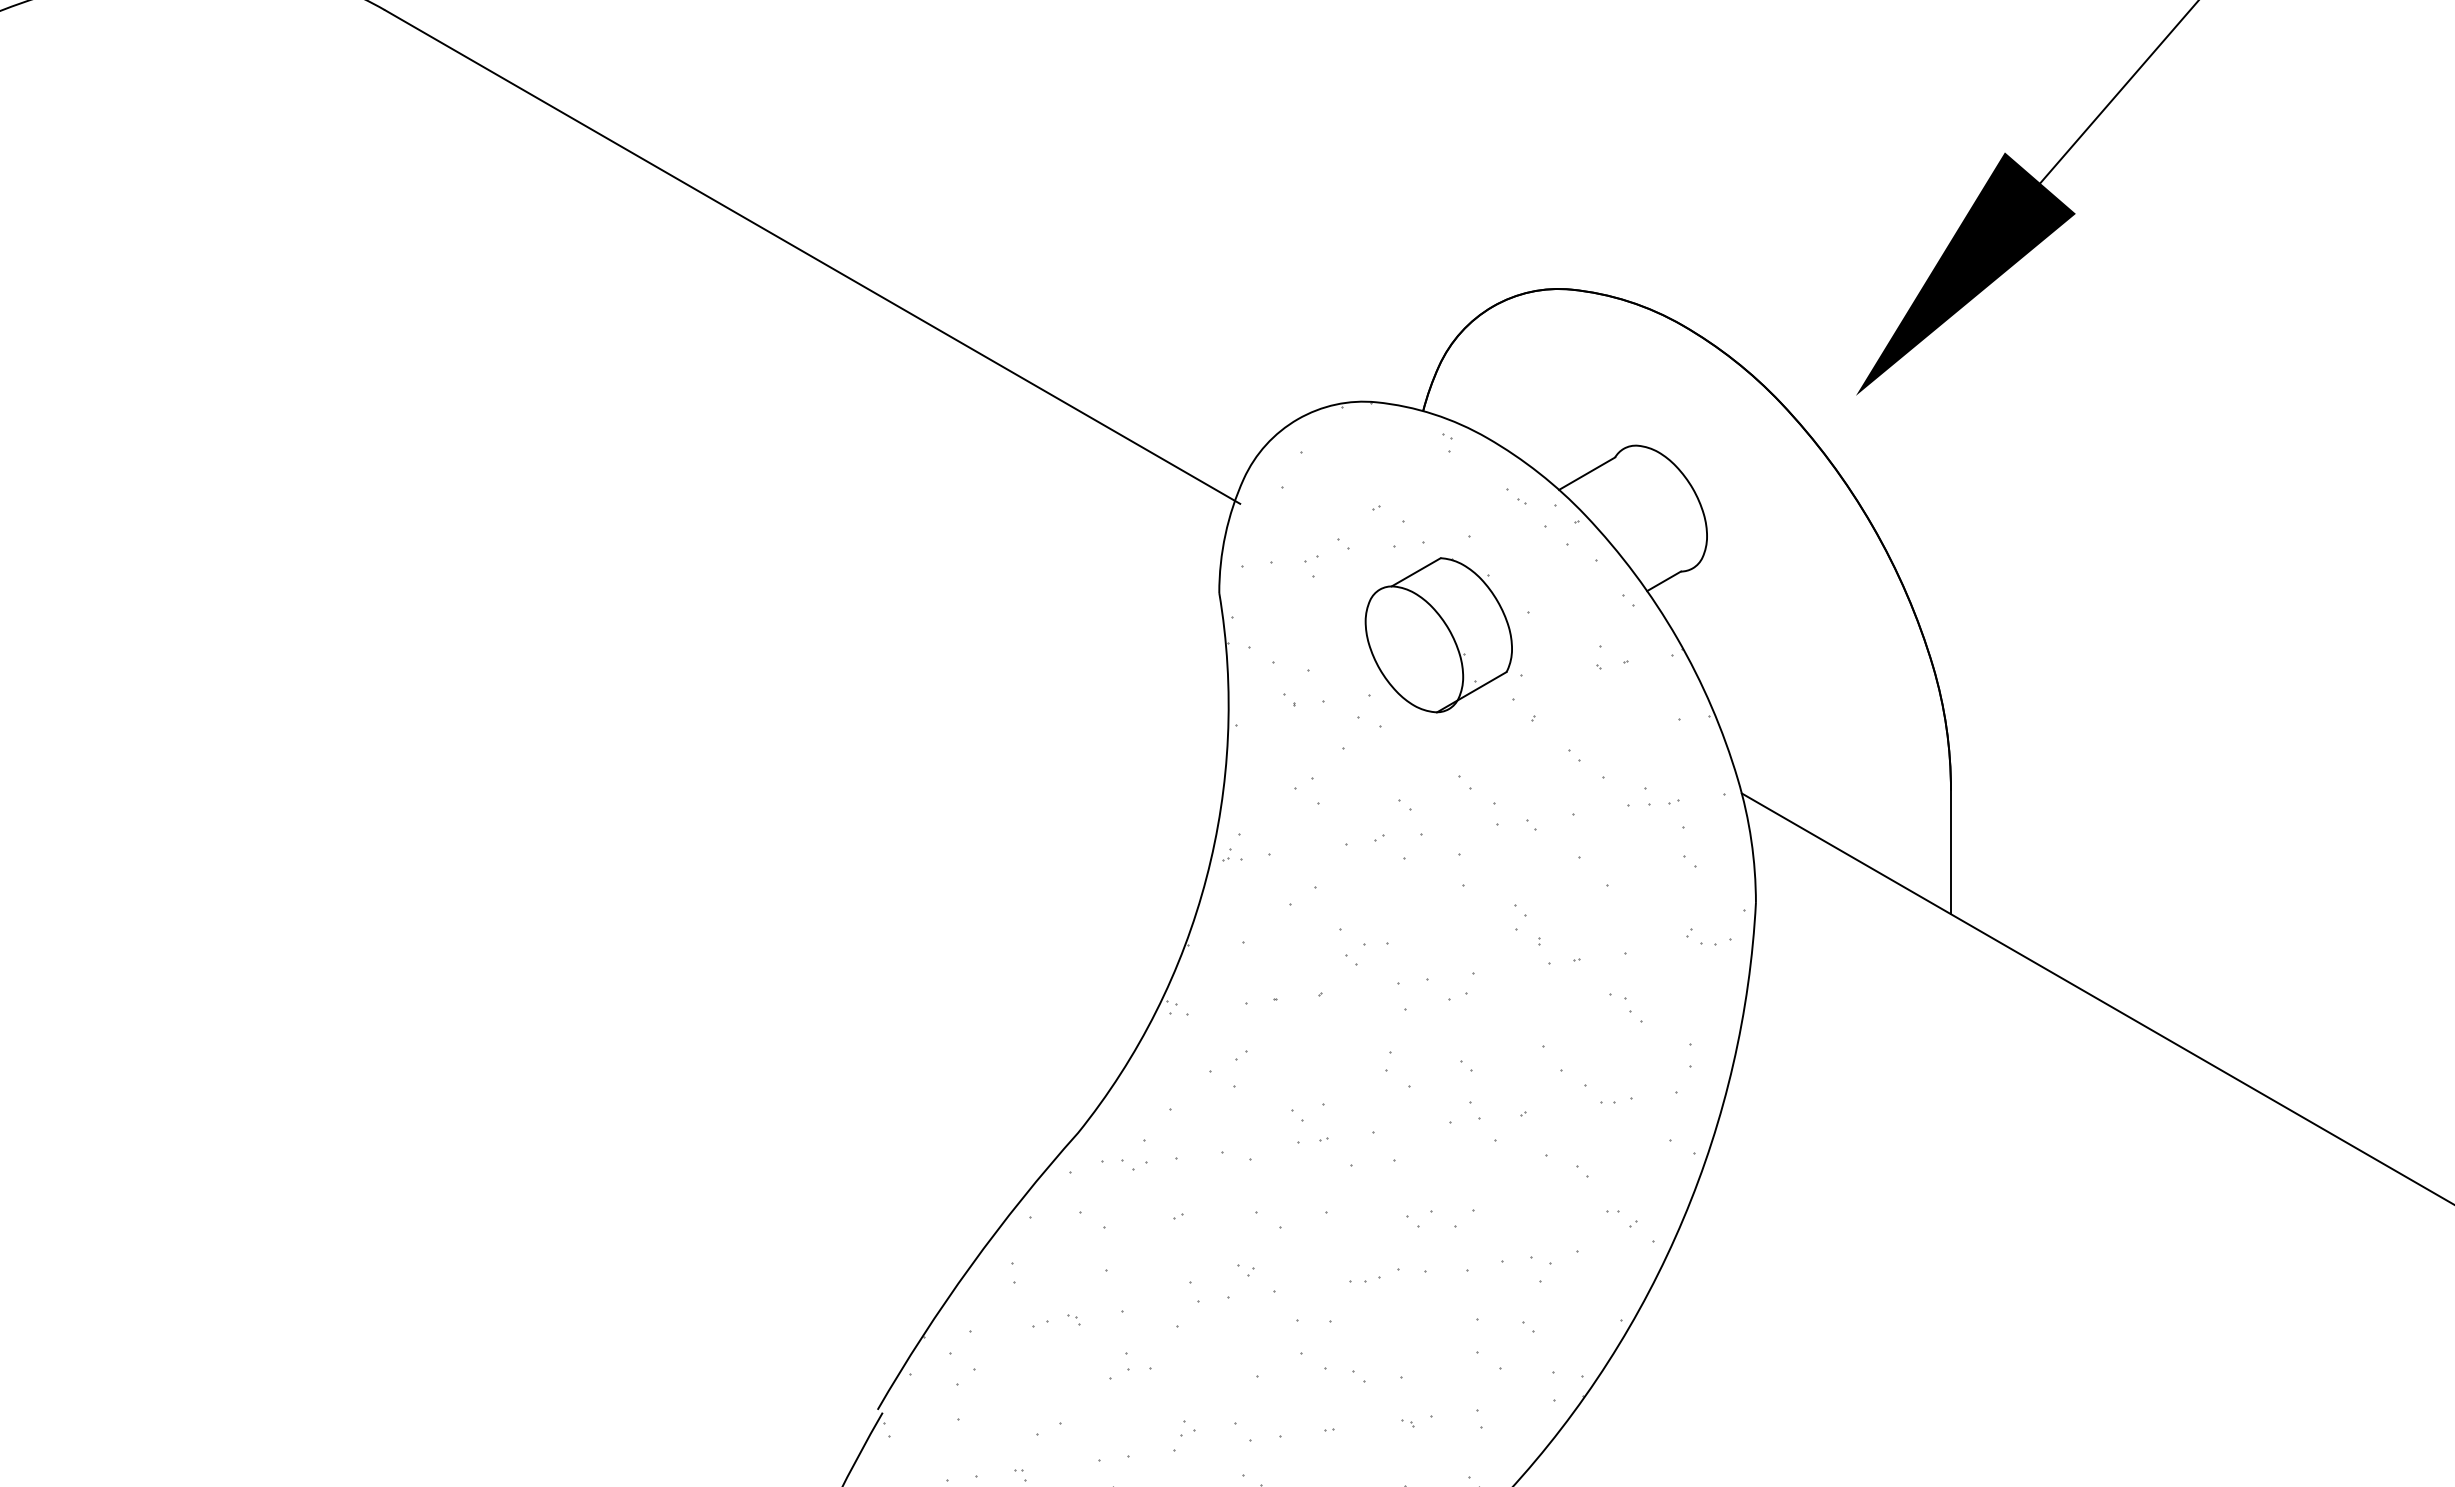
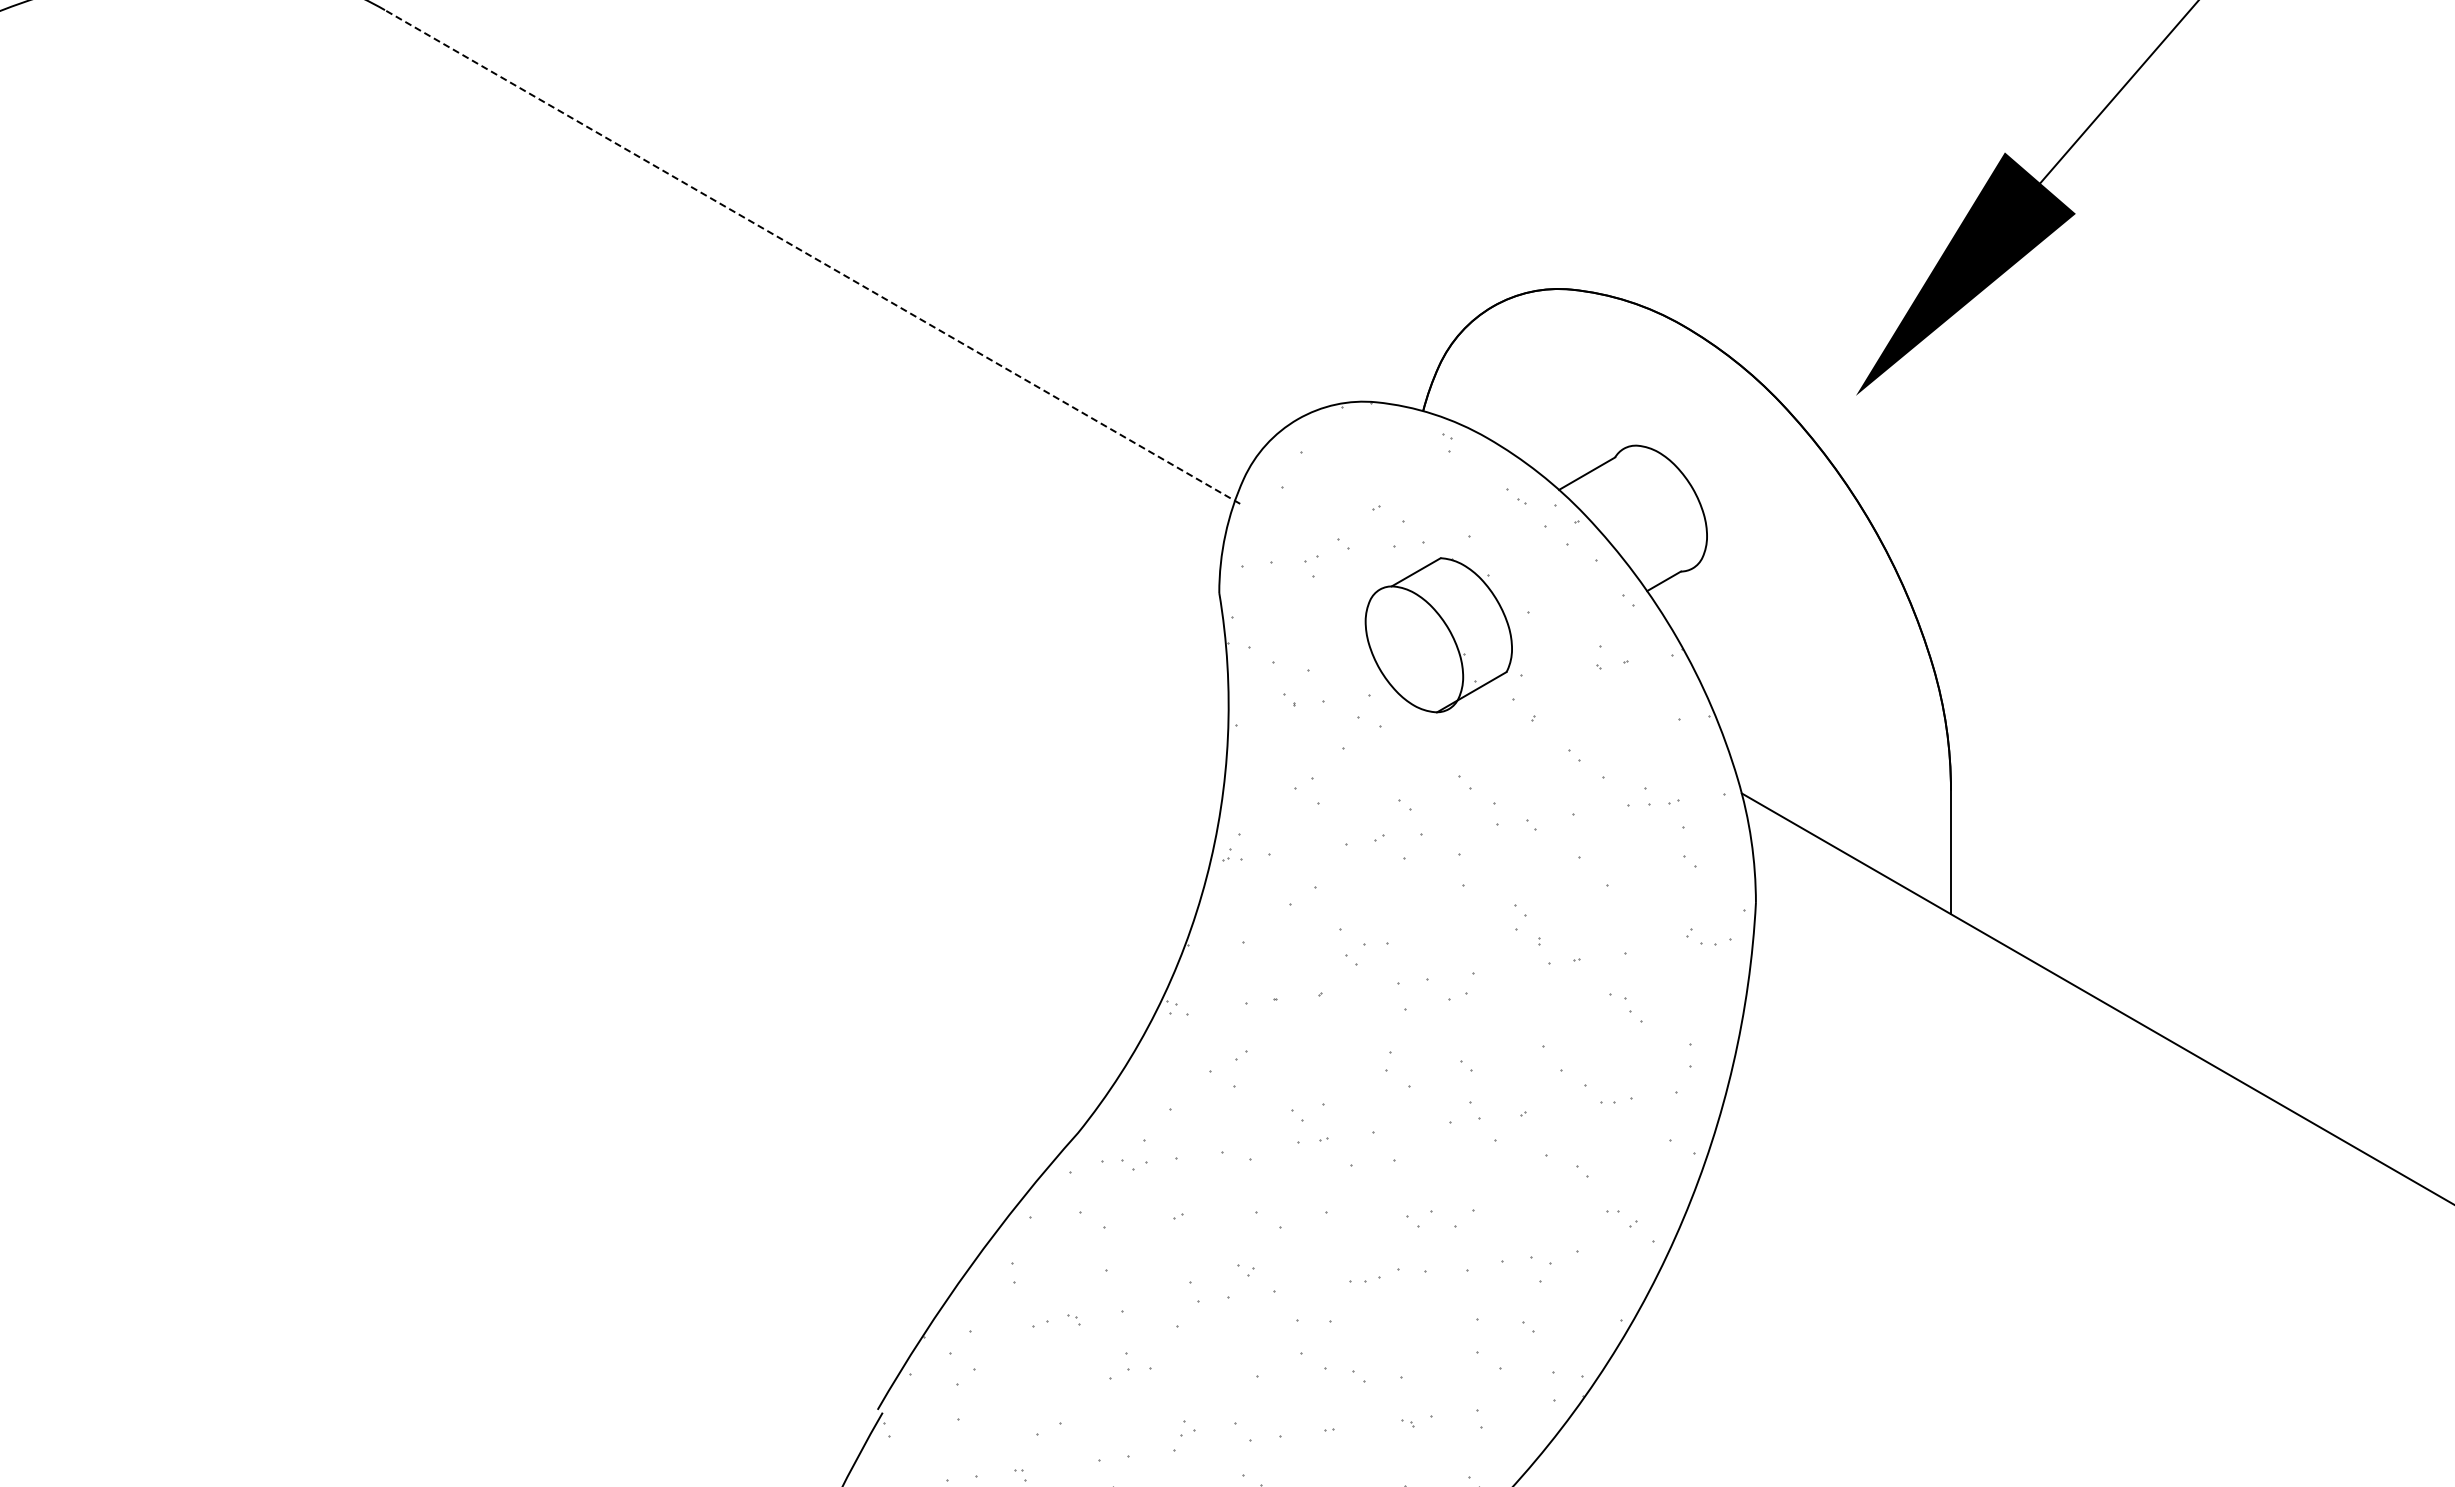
line at (812, 257): solid -> dashed
